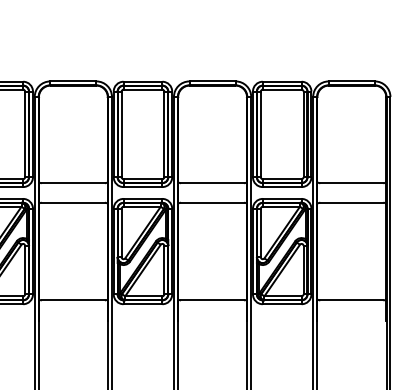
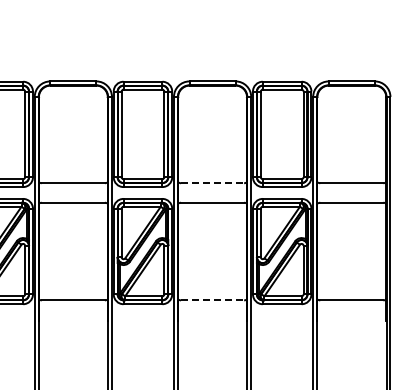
line at (212, 183): solid -> dashed
line at (212, 300): solid -> dashed
